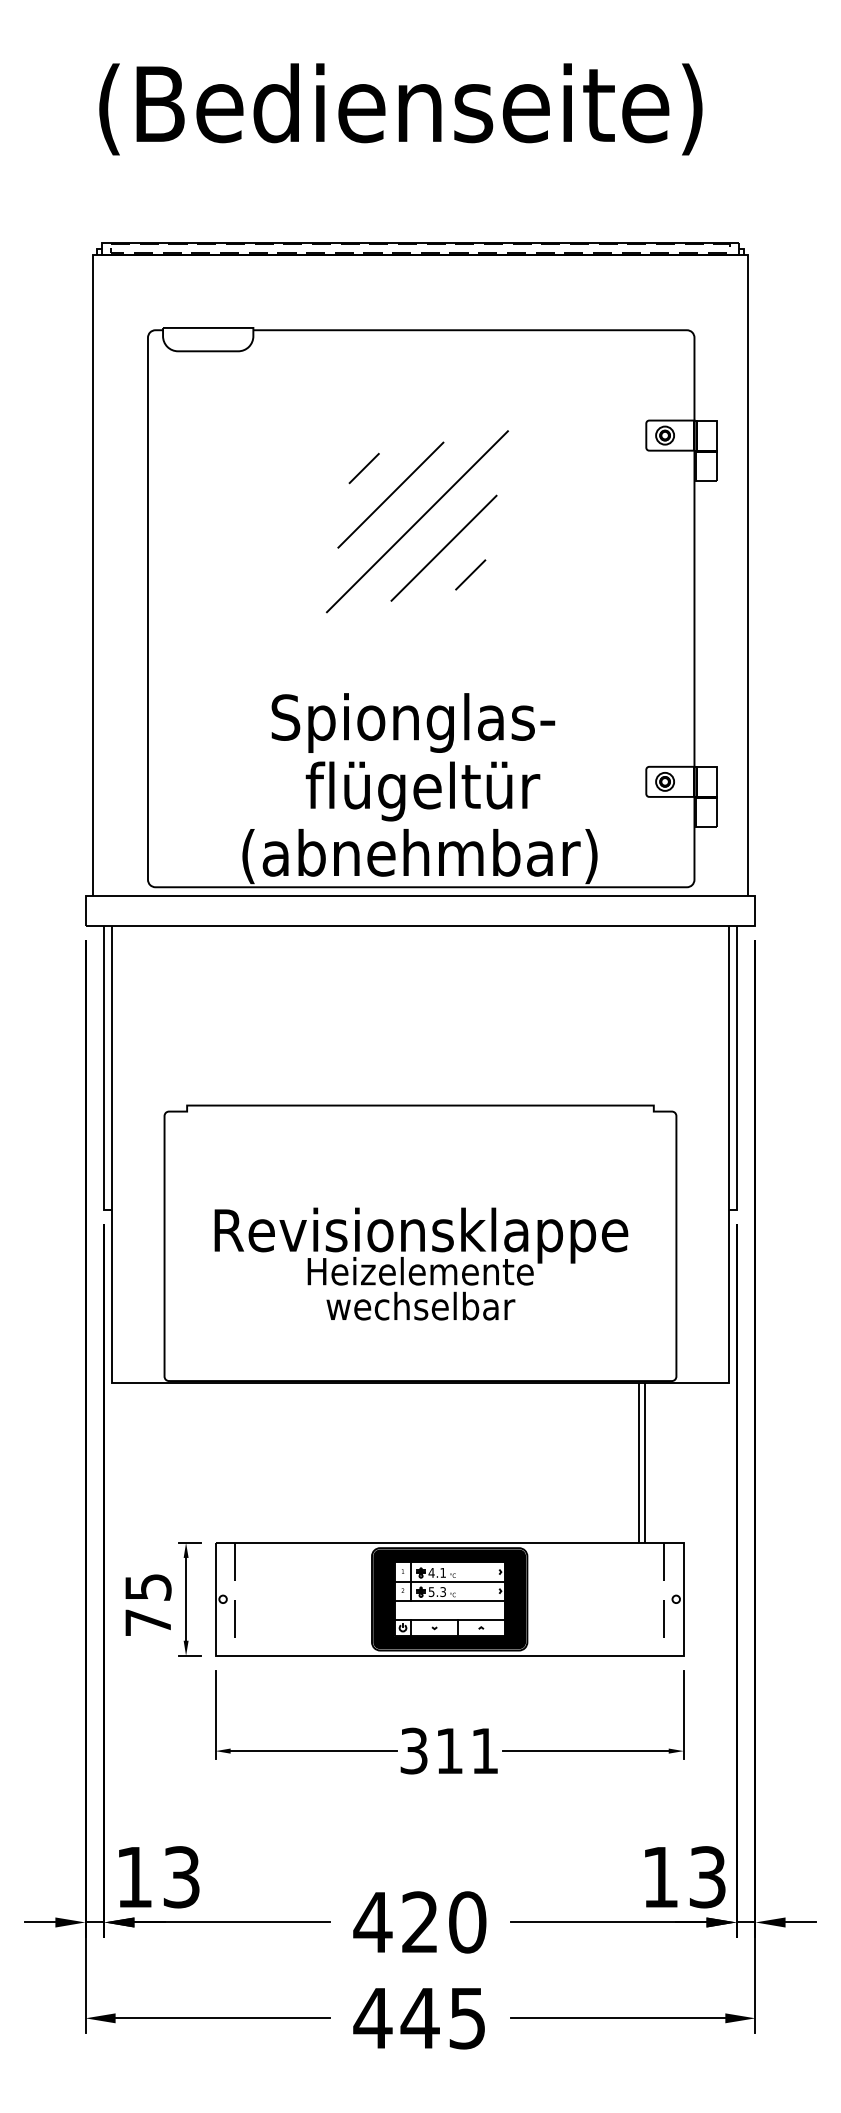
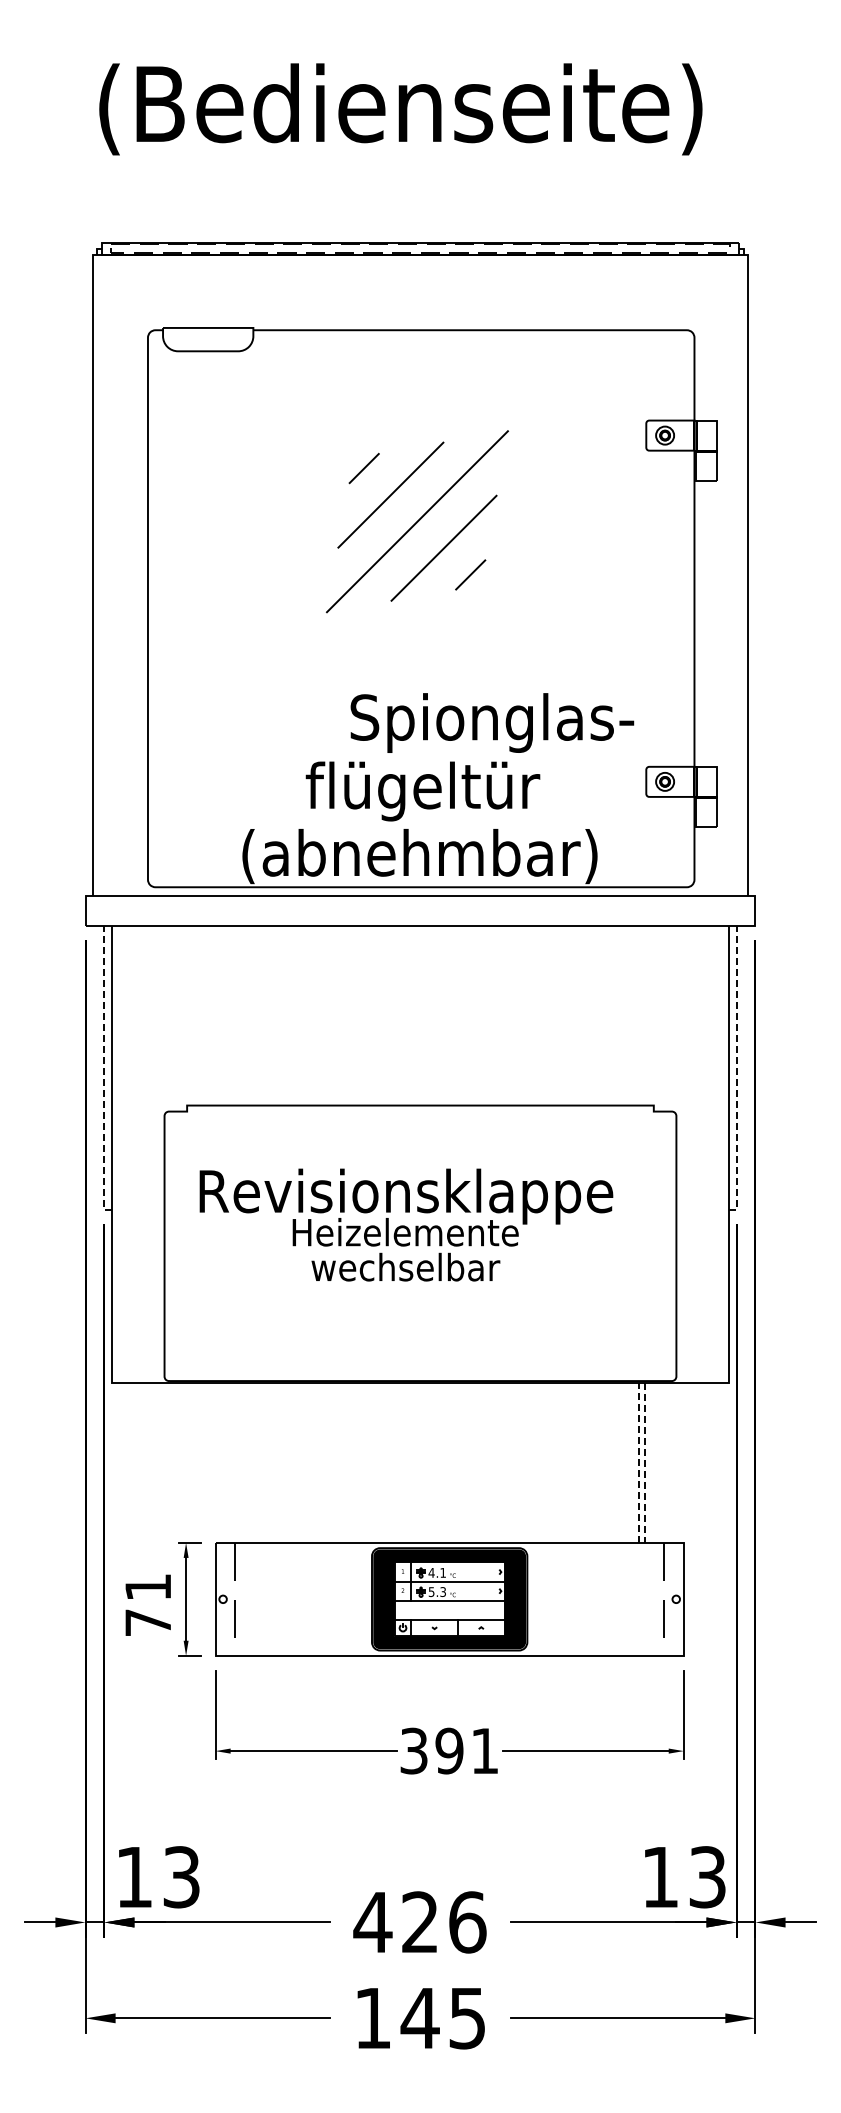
text at (413, 722) position: (413, 722) -> (492, 722)
line at (104, 1072): solid -> dashed
line at (736, 1072): solid -> dashed
text at (421, 1263) position: (421, 1263) -> (406, 1224)
line at (638, 1462): solid -> dashed
line at (644, 1463): solid -> dashed
text at (148, 1587): 75 -> 71
text at (449, 1750): 311 -> 391
text at (467, 1922): 420 -> 426
text at (372, 2018): 445 -> 145
